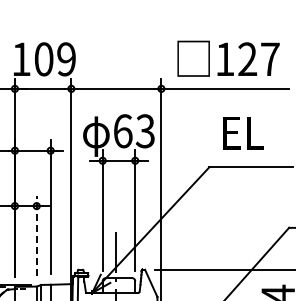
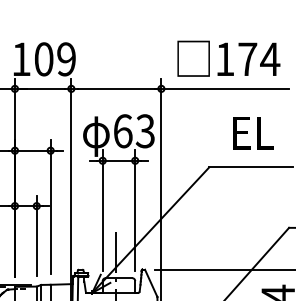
text at (259, 58): 127 -> 174
text at (243, 133) position: (243, 133) -> (253, 133)
line at (36, 235): dashed -> solid
